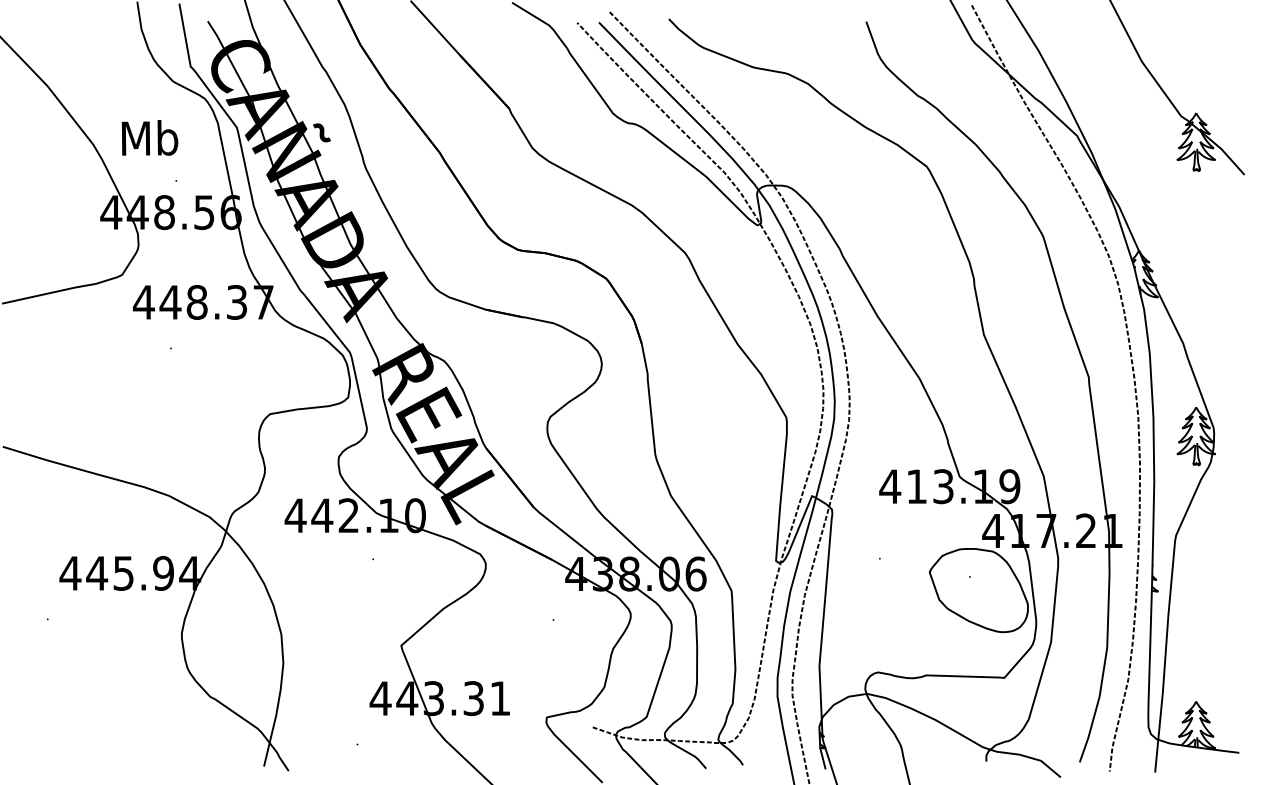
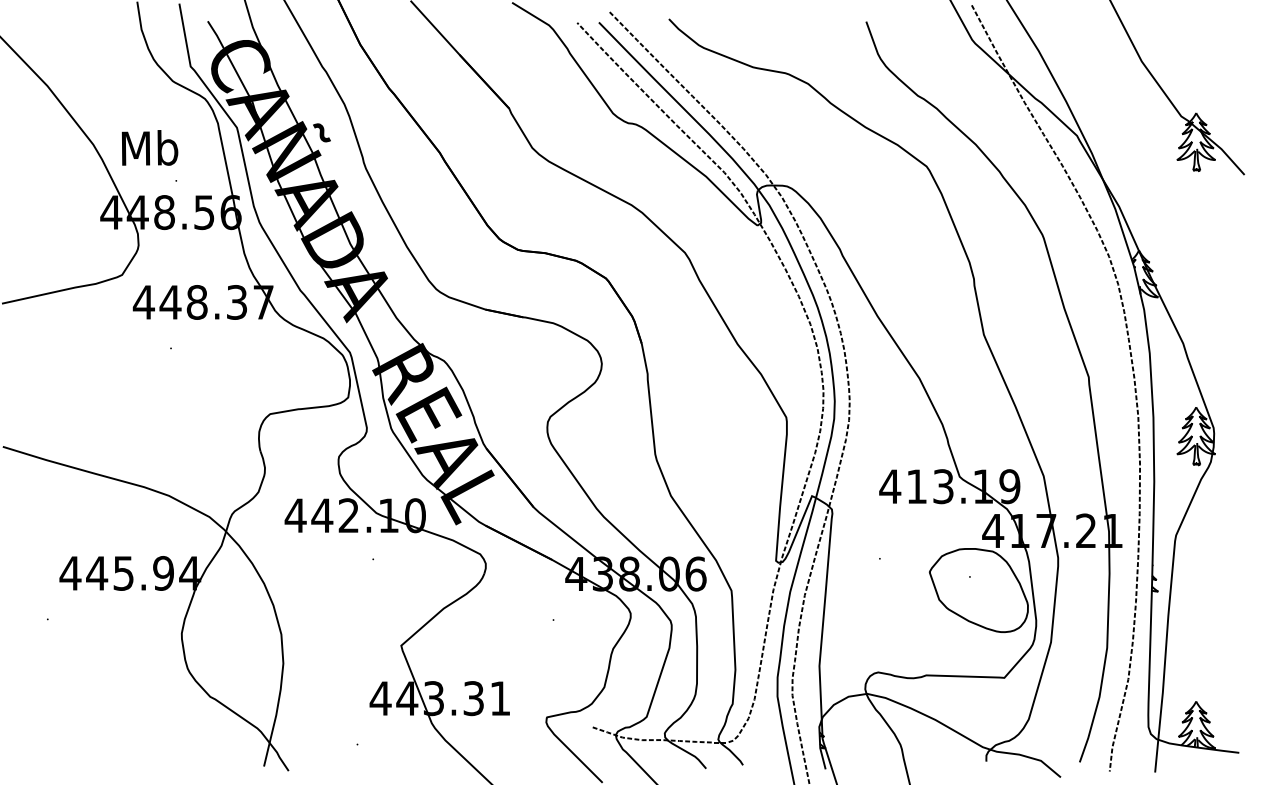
text at (149, 137) position: (149, 137) -> (149, 147)
